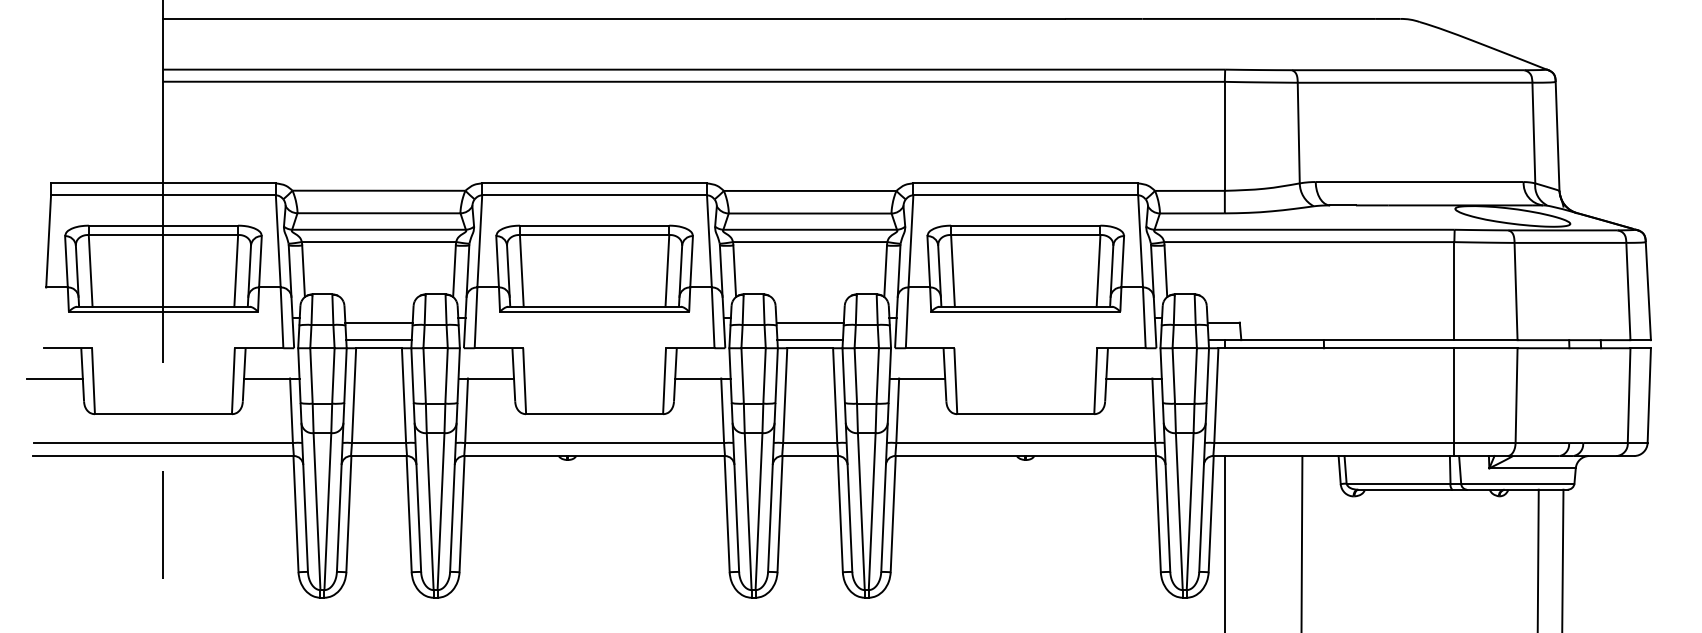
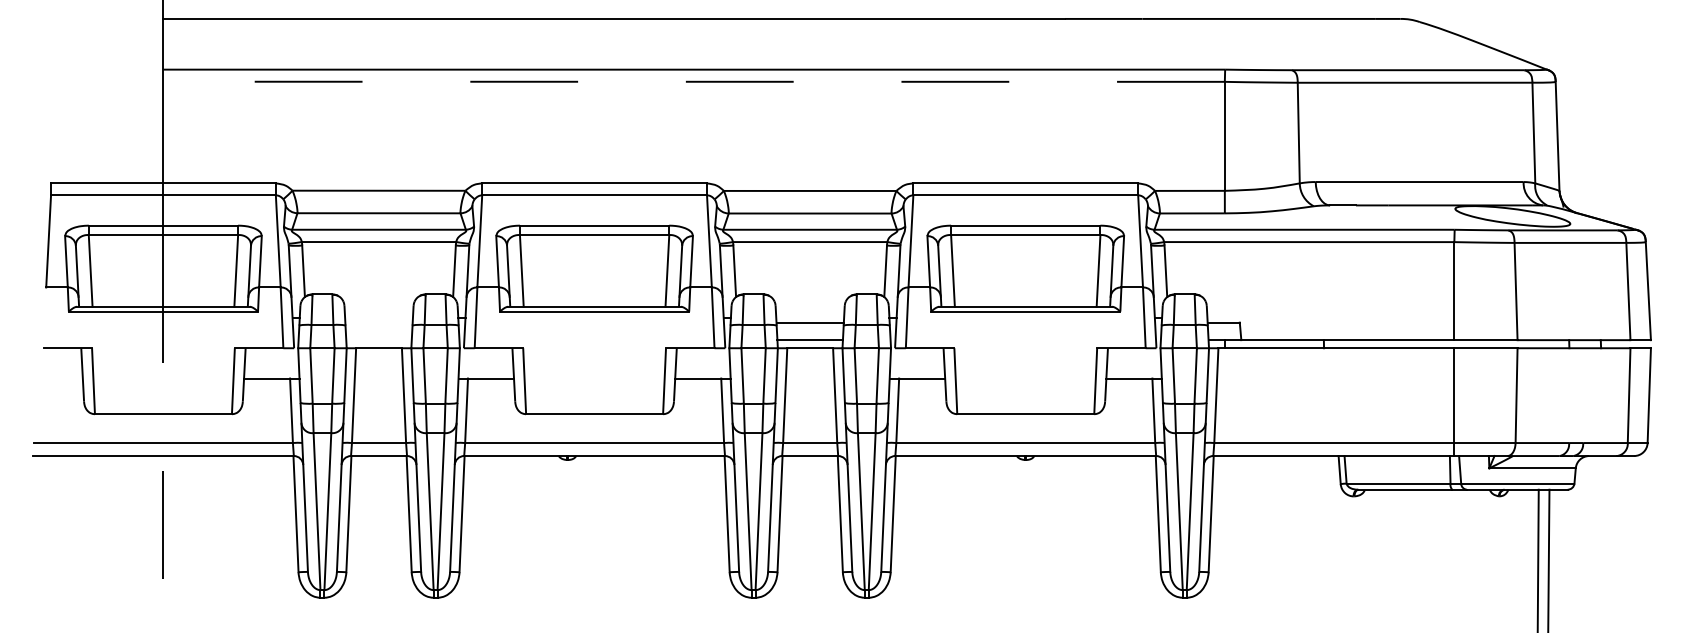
line at (694, 81): solid -> dashed
line at (378, 322): present -> none
line at (378, 340): present -> none
line at (54, 378): present -> none
line at (1224, 542): present -> none
line at (1301, 542): present -> none
line at (1562, 559) position: (1562, 559) -> (1548, 559)
